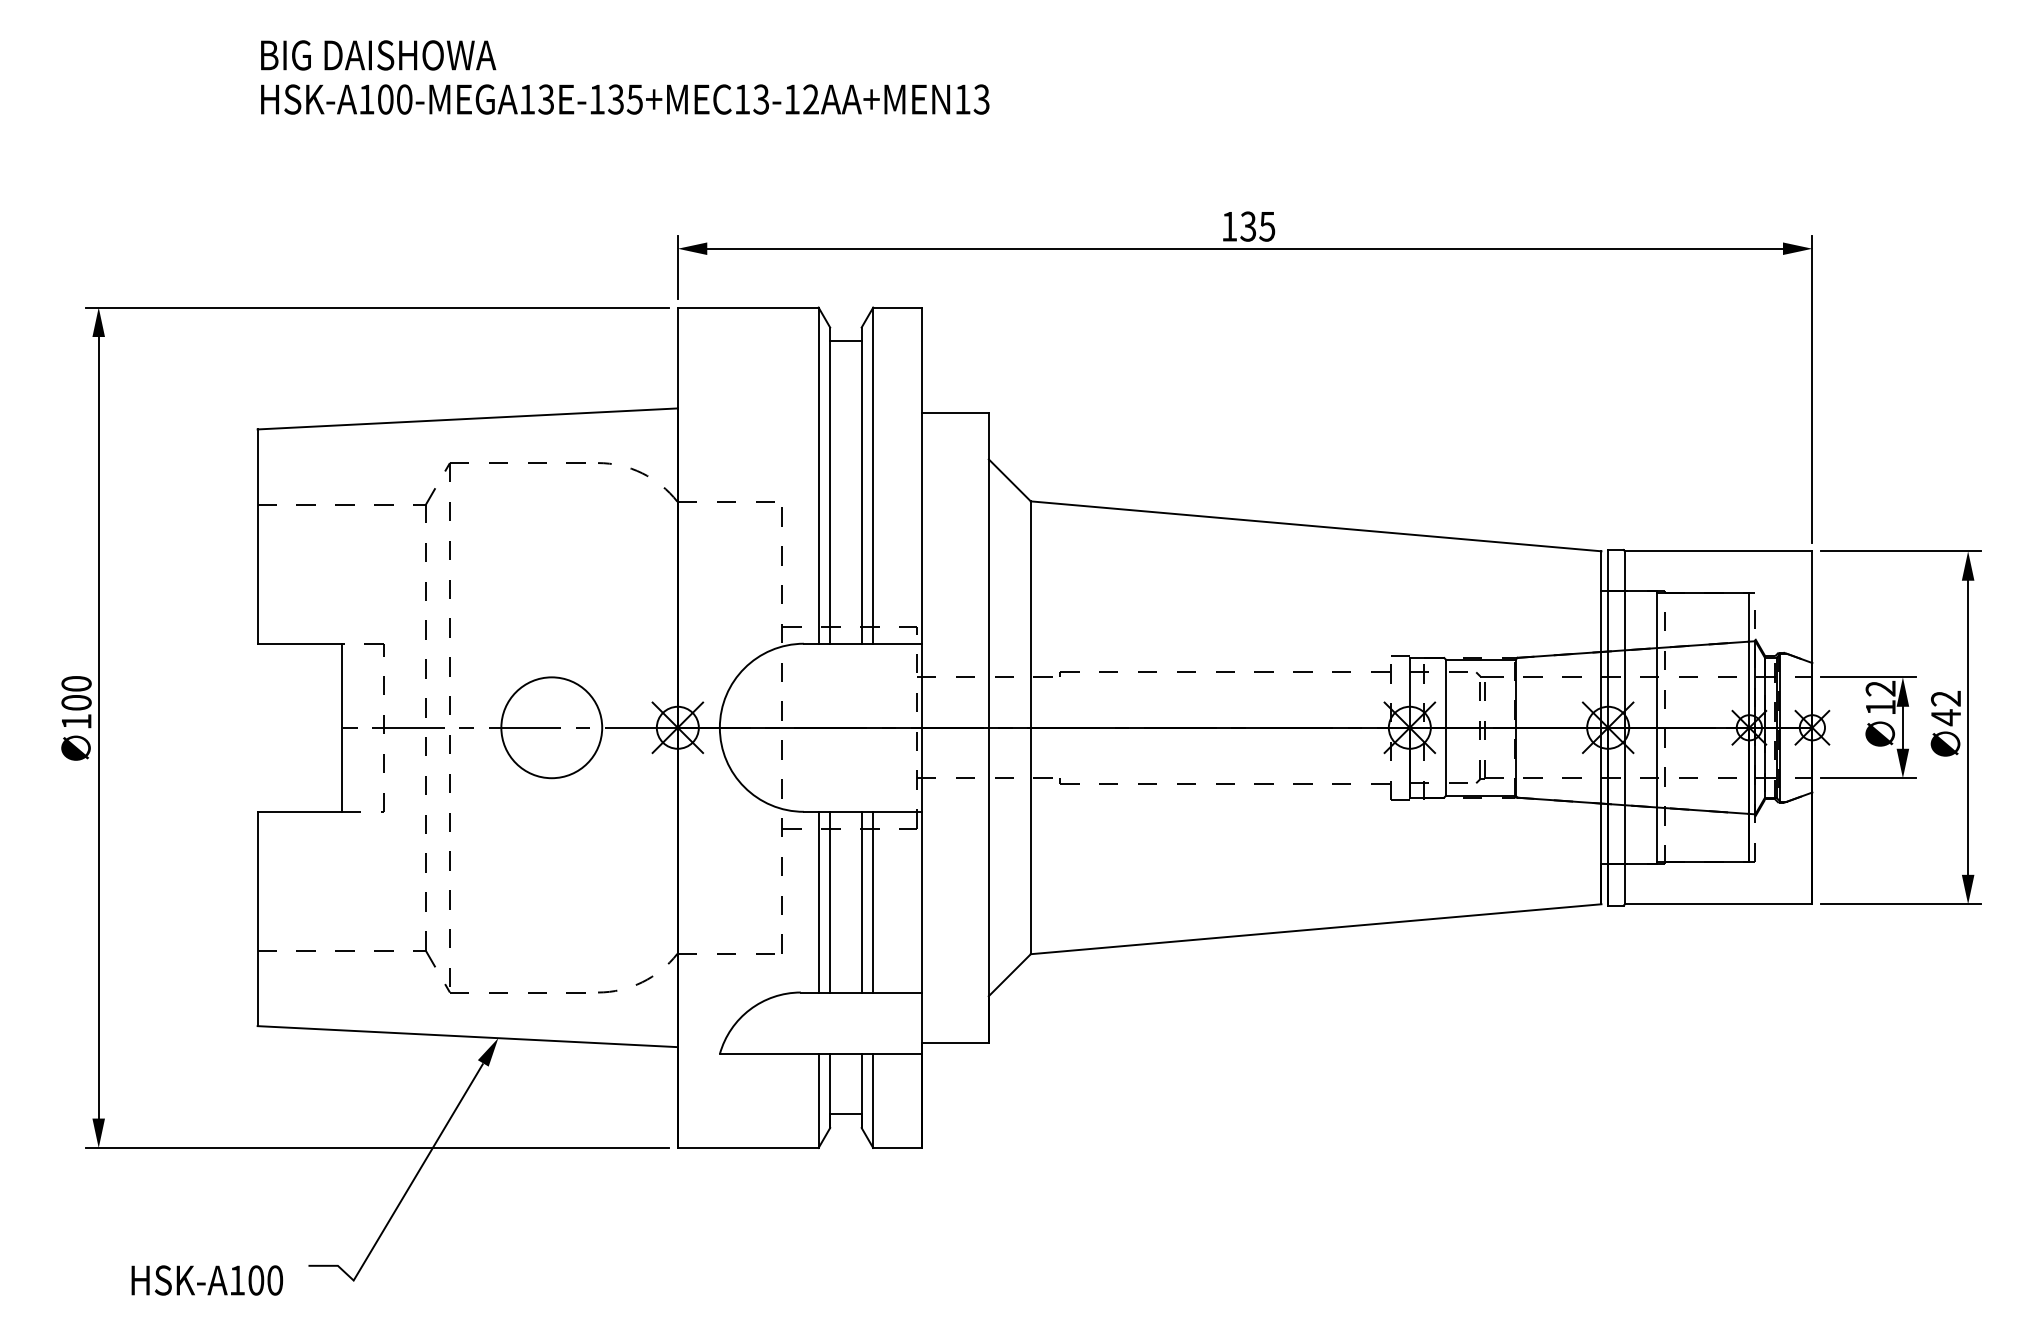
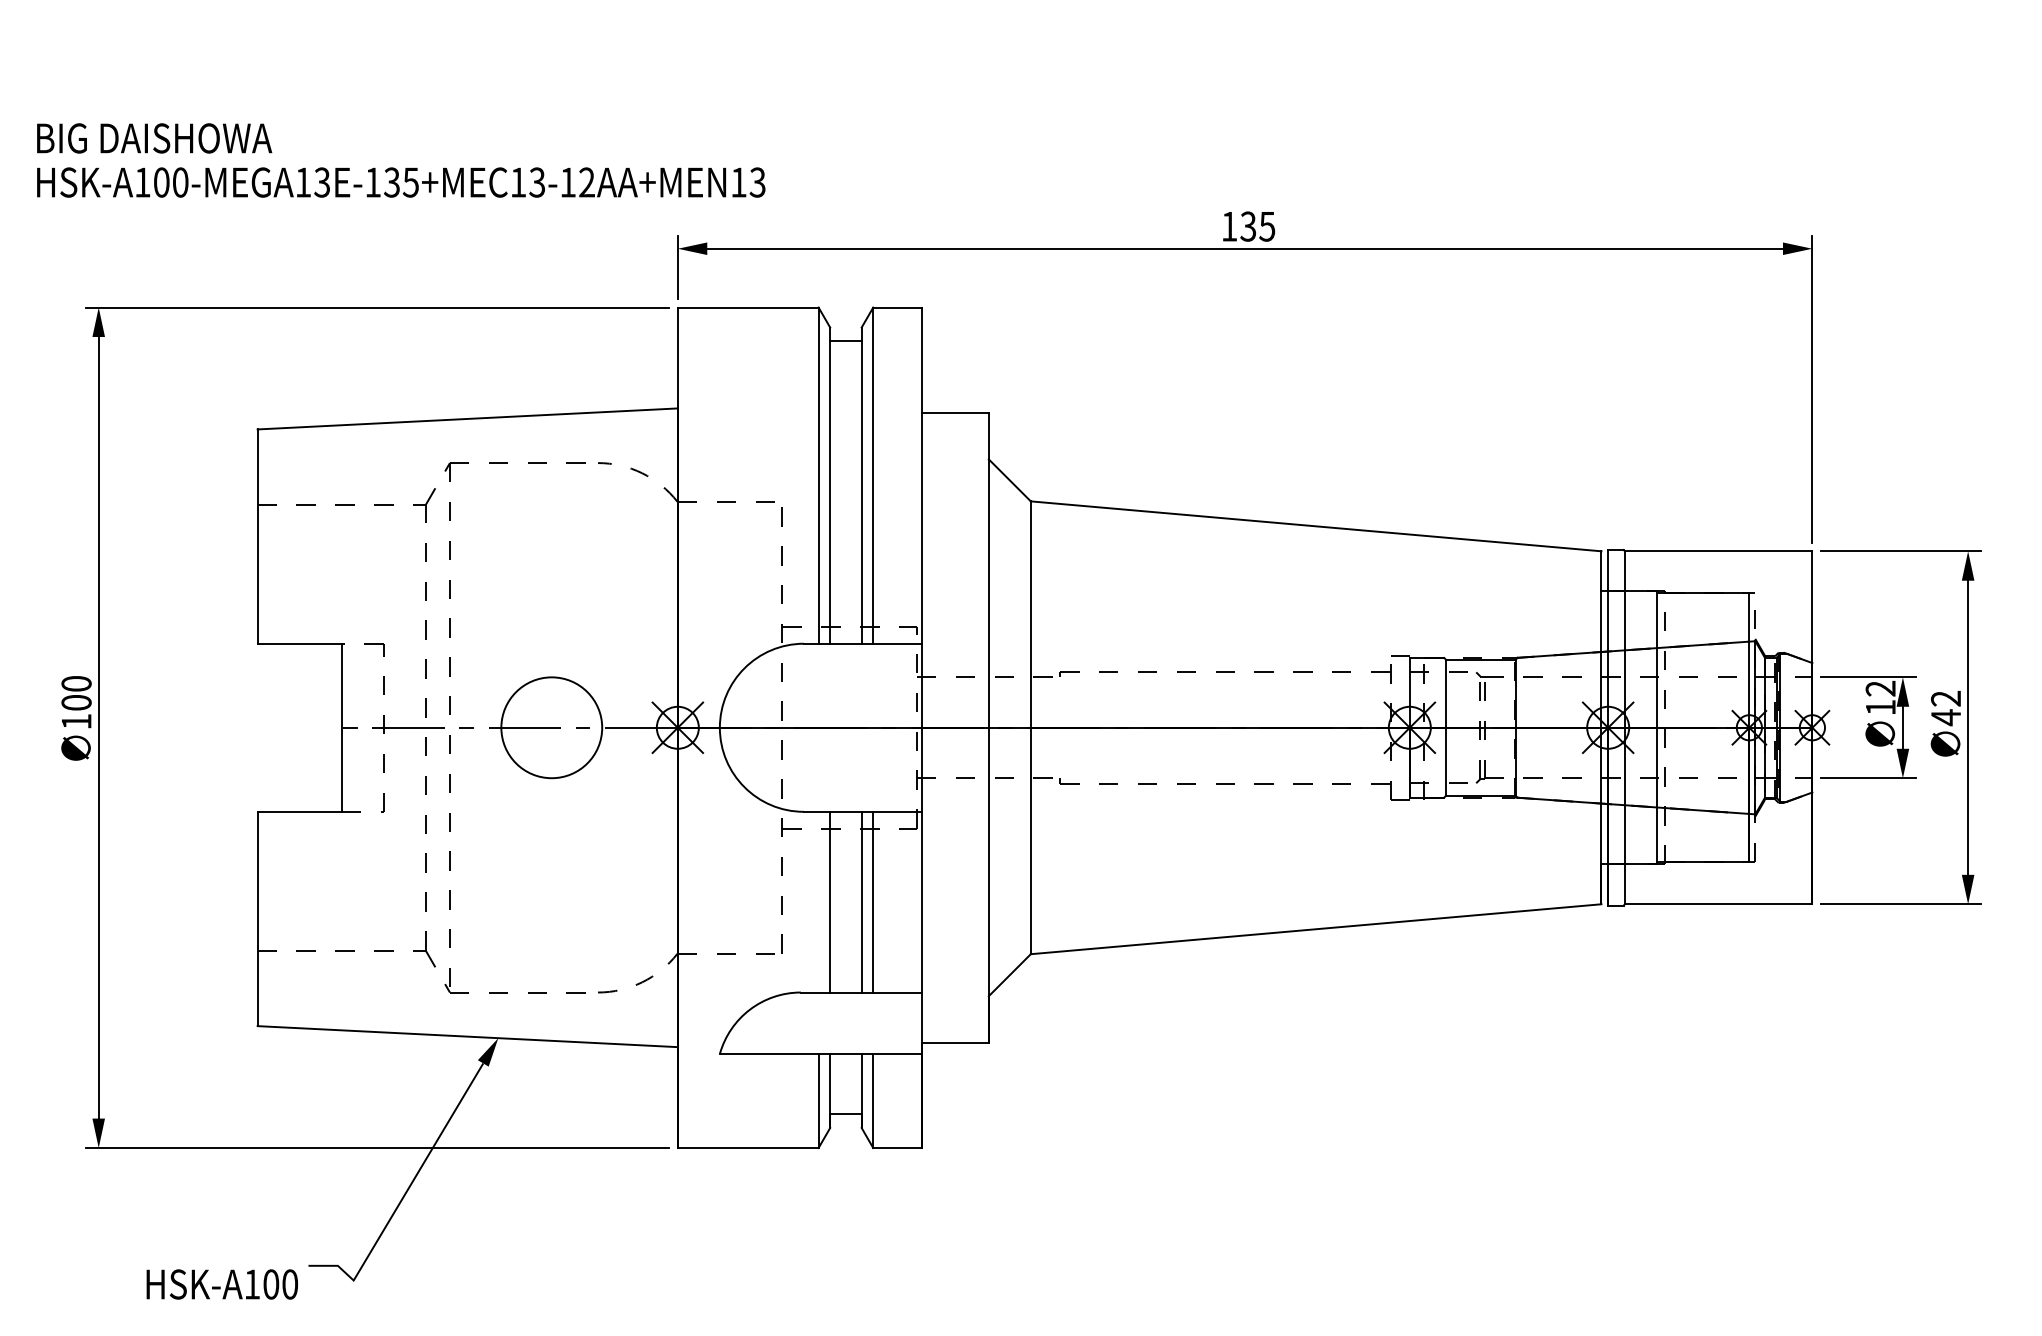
text at (625, 77) position: (625, 77) -> (401, 160)
line at (818, 901): present -> none
text at (206, 1280) position: (206, 1280) -> (221, 1284)
